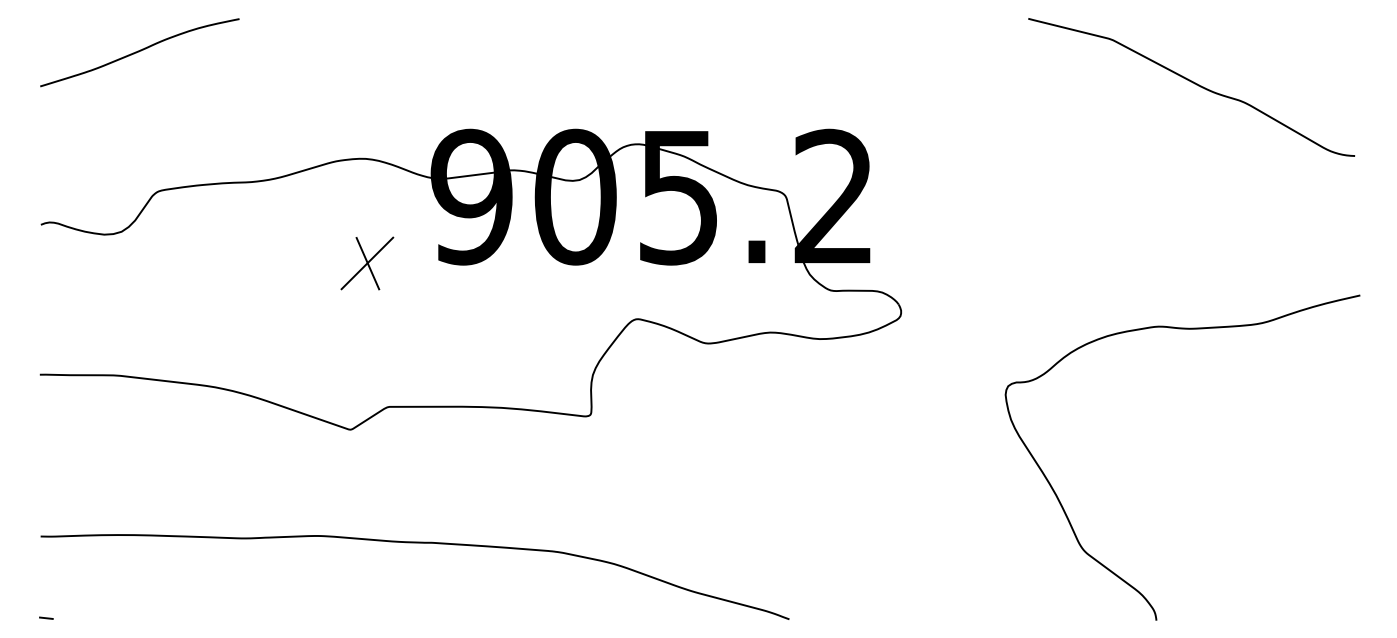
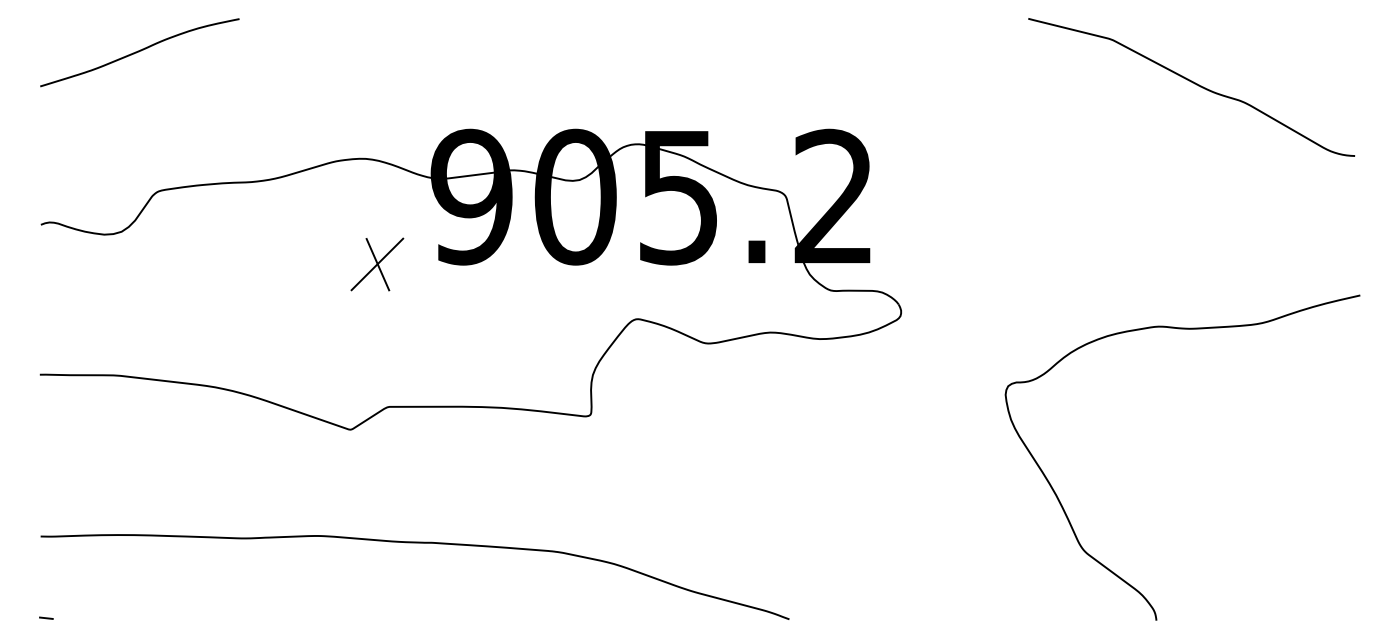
part at (367, 263) position: (367, 263) -> (377, 264)
